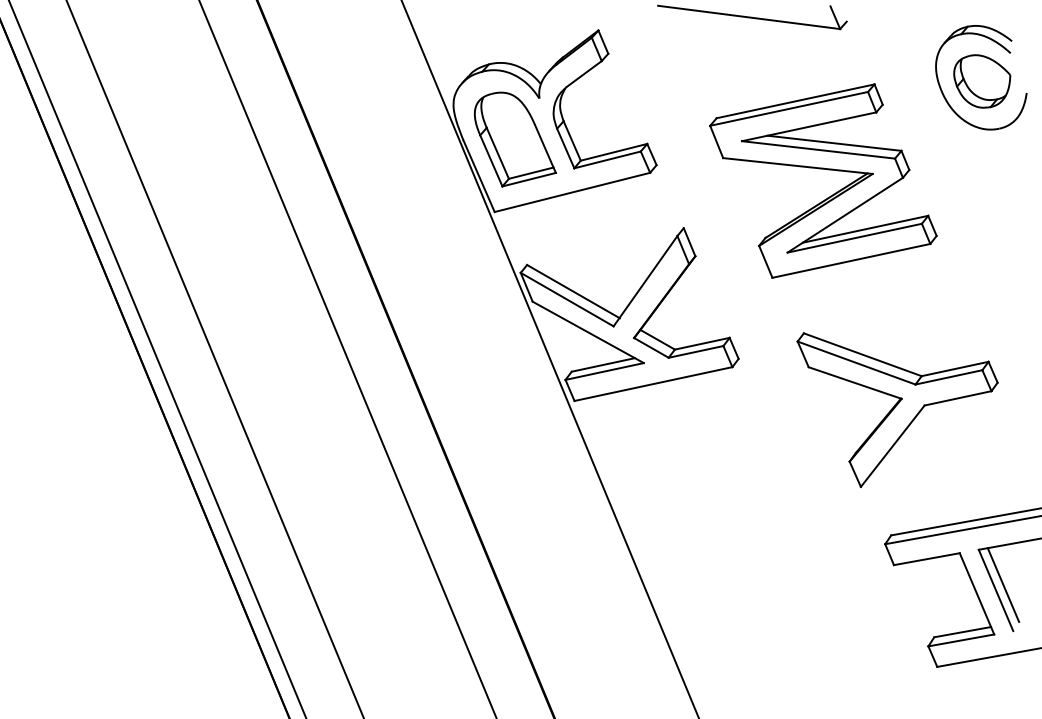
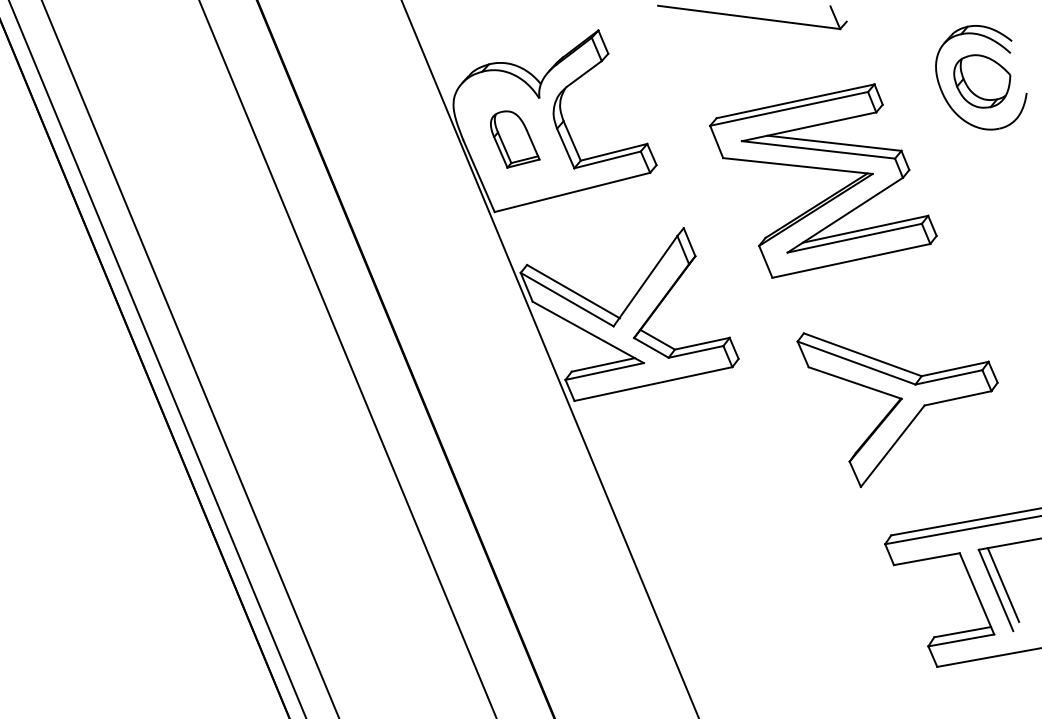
part at (514, 139) size: 84x97 px -> 51x59 px
line at (214, 358) position: (214, 358) -> (189, 358)
